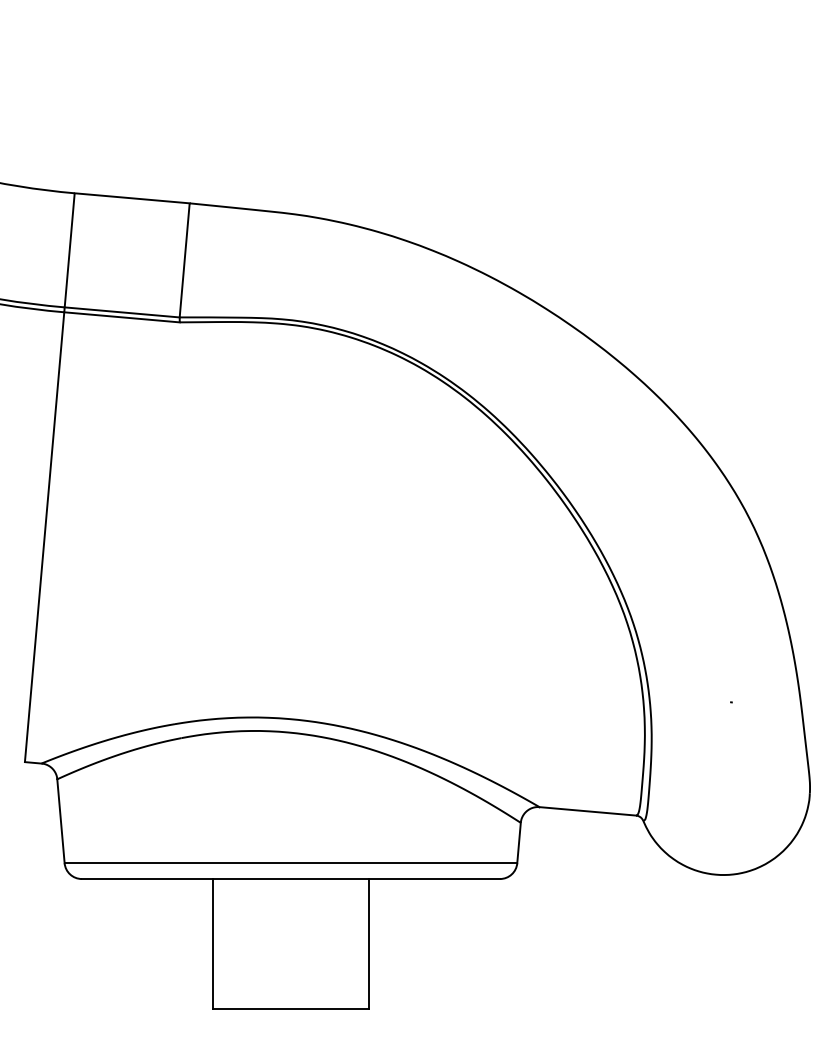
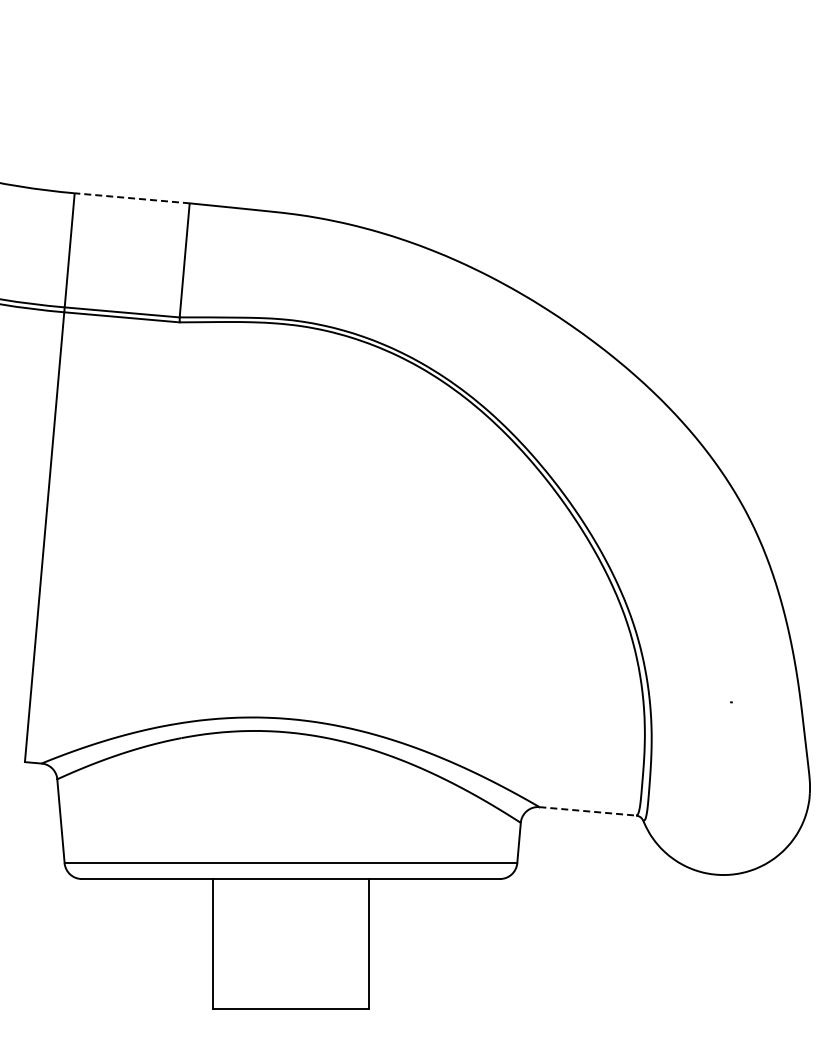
line at (132, 198): solid -> dashed
line at (587, 811): solid -> dashed
